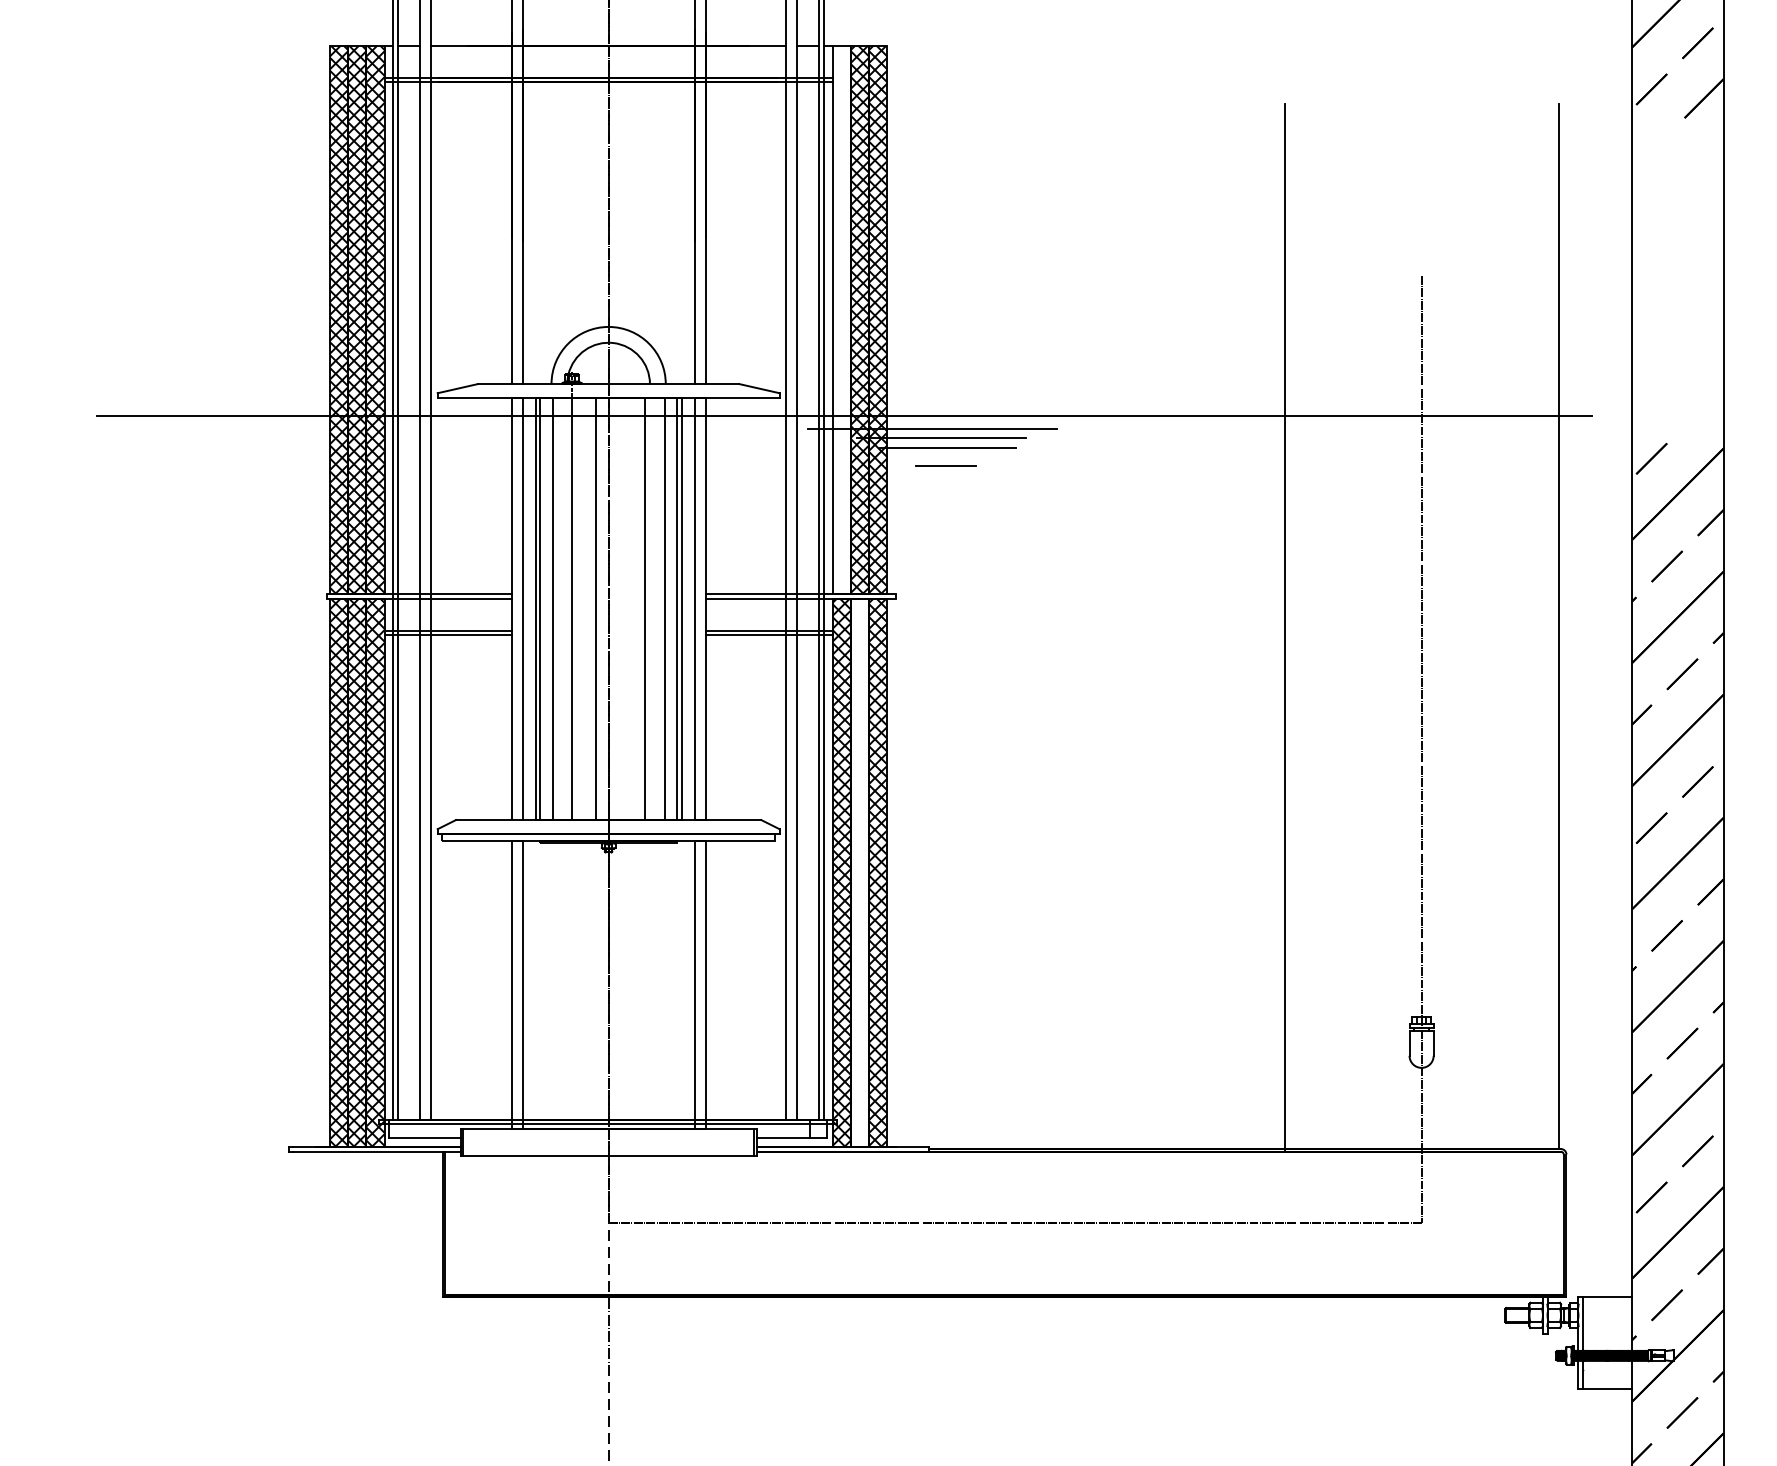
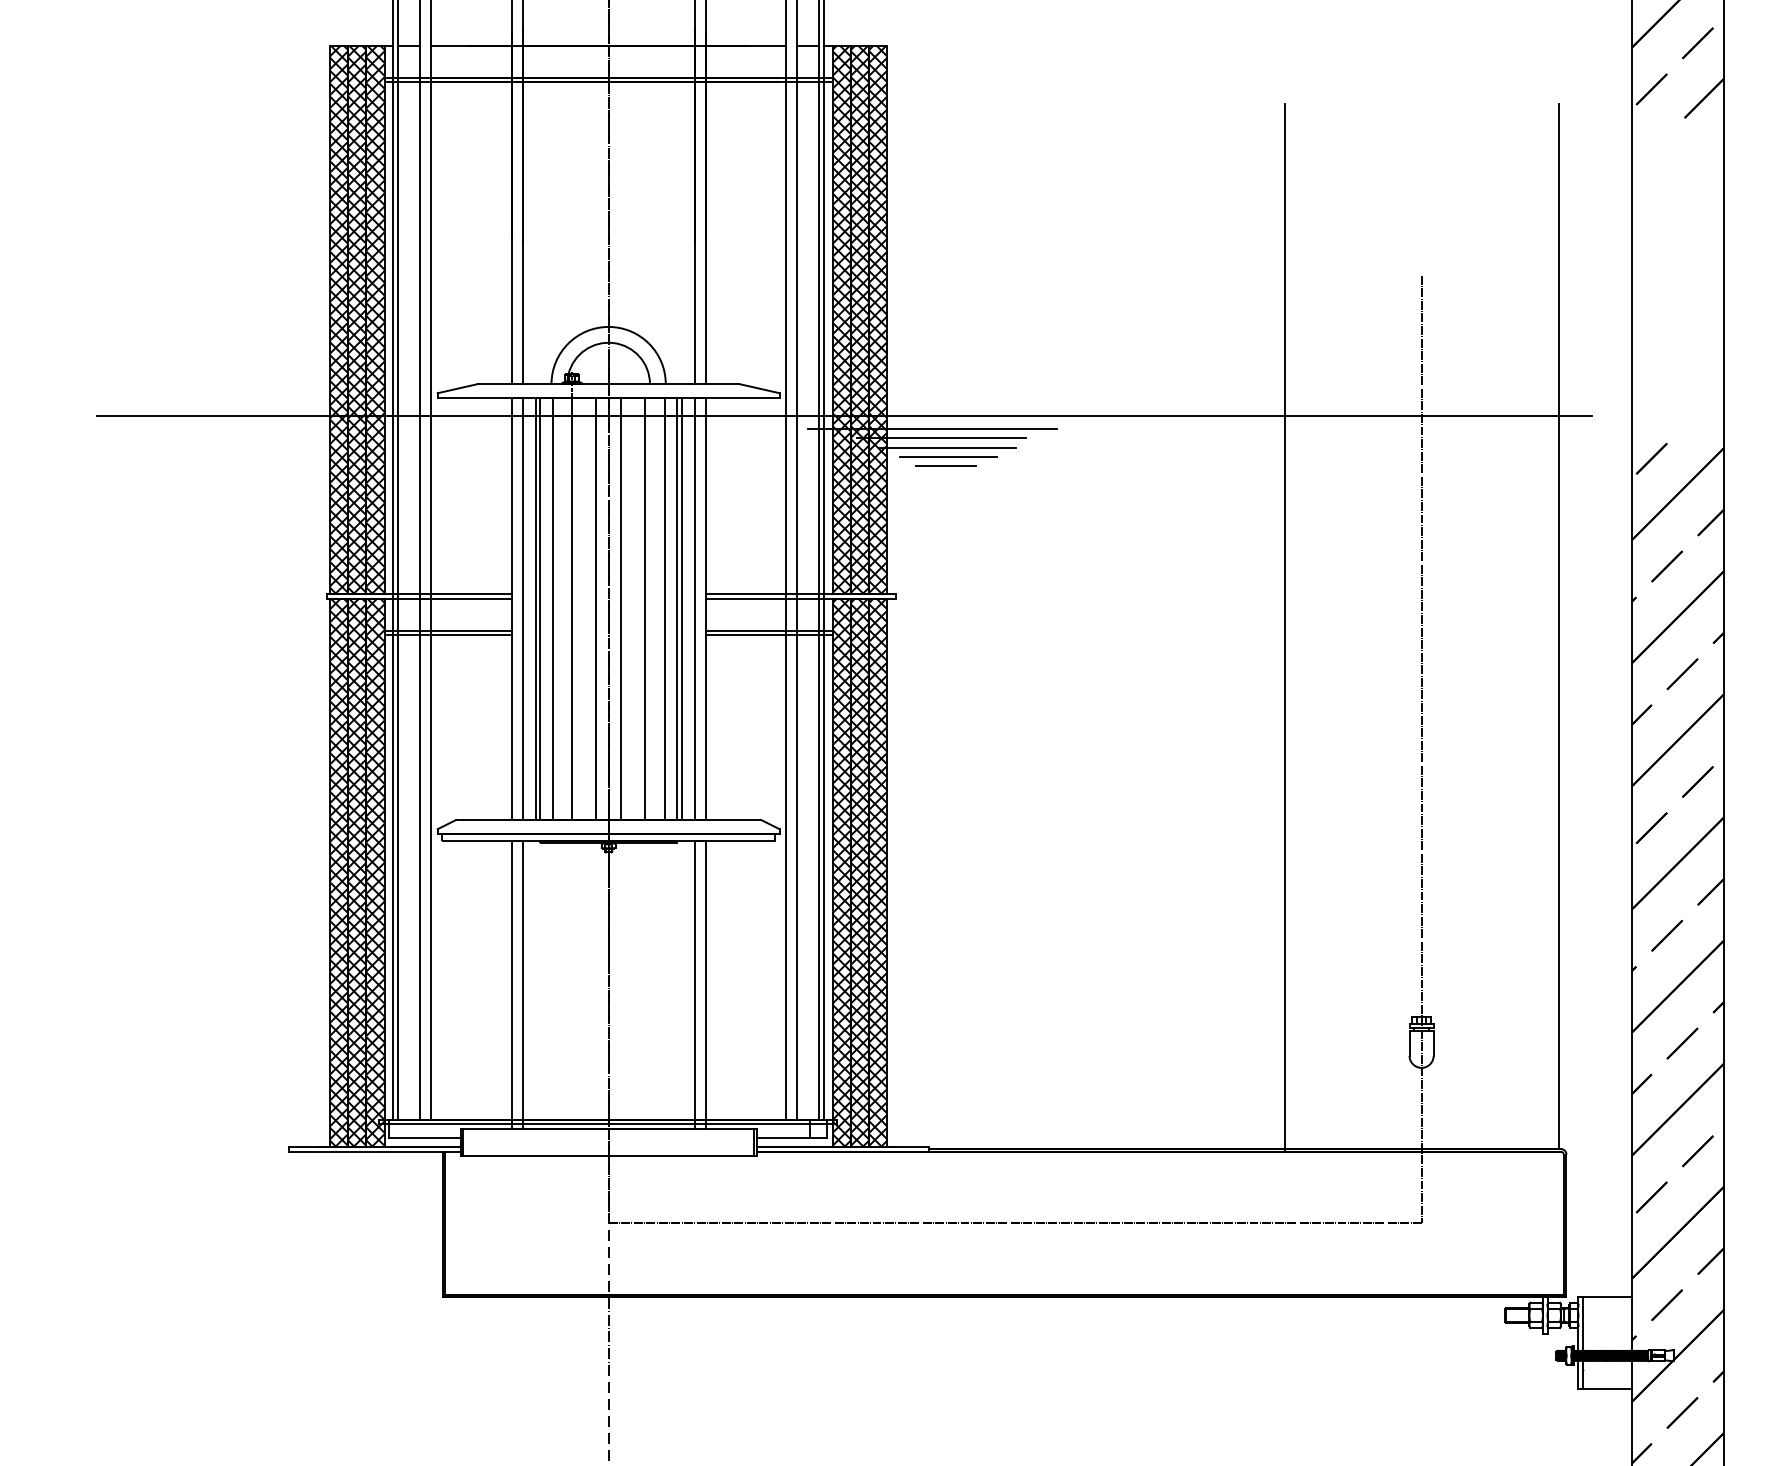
hatch at (841, 319): none -> present
line at (948, 456): none -> present
line at (621, 608): none -> present
hatch at (859, 872): none -> present
